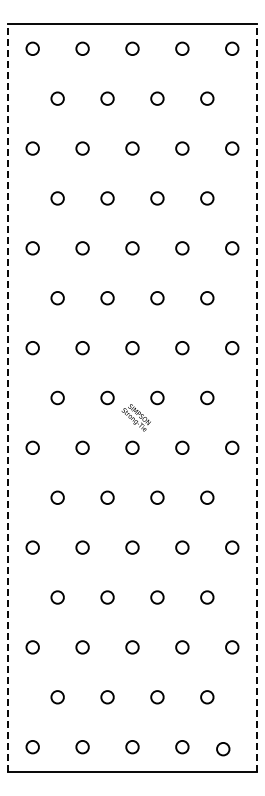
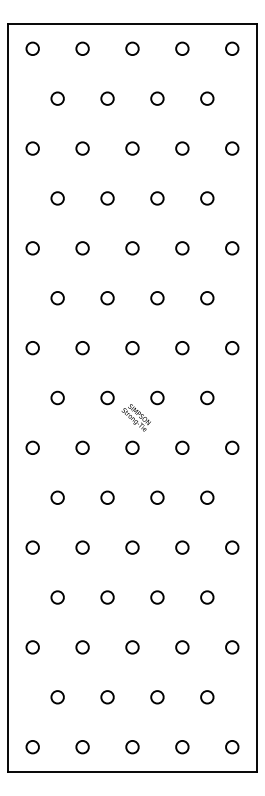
line at (7, 397): dashed -> solid
line at (257, 397): dashed -> solid
circle at (223, 749) position: (223, 749) -> (232, 747)
